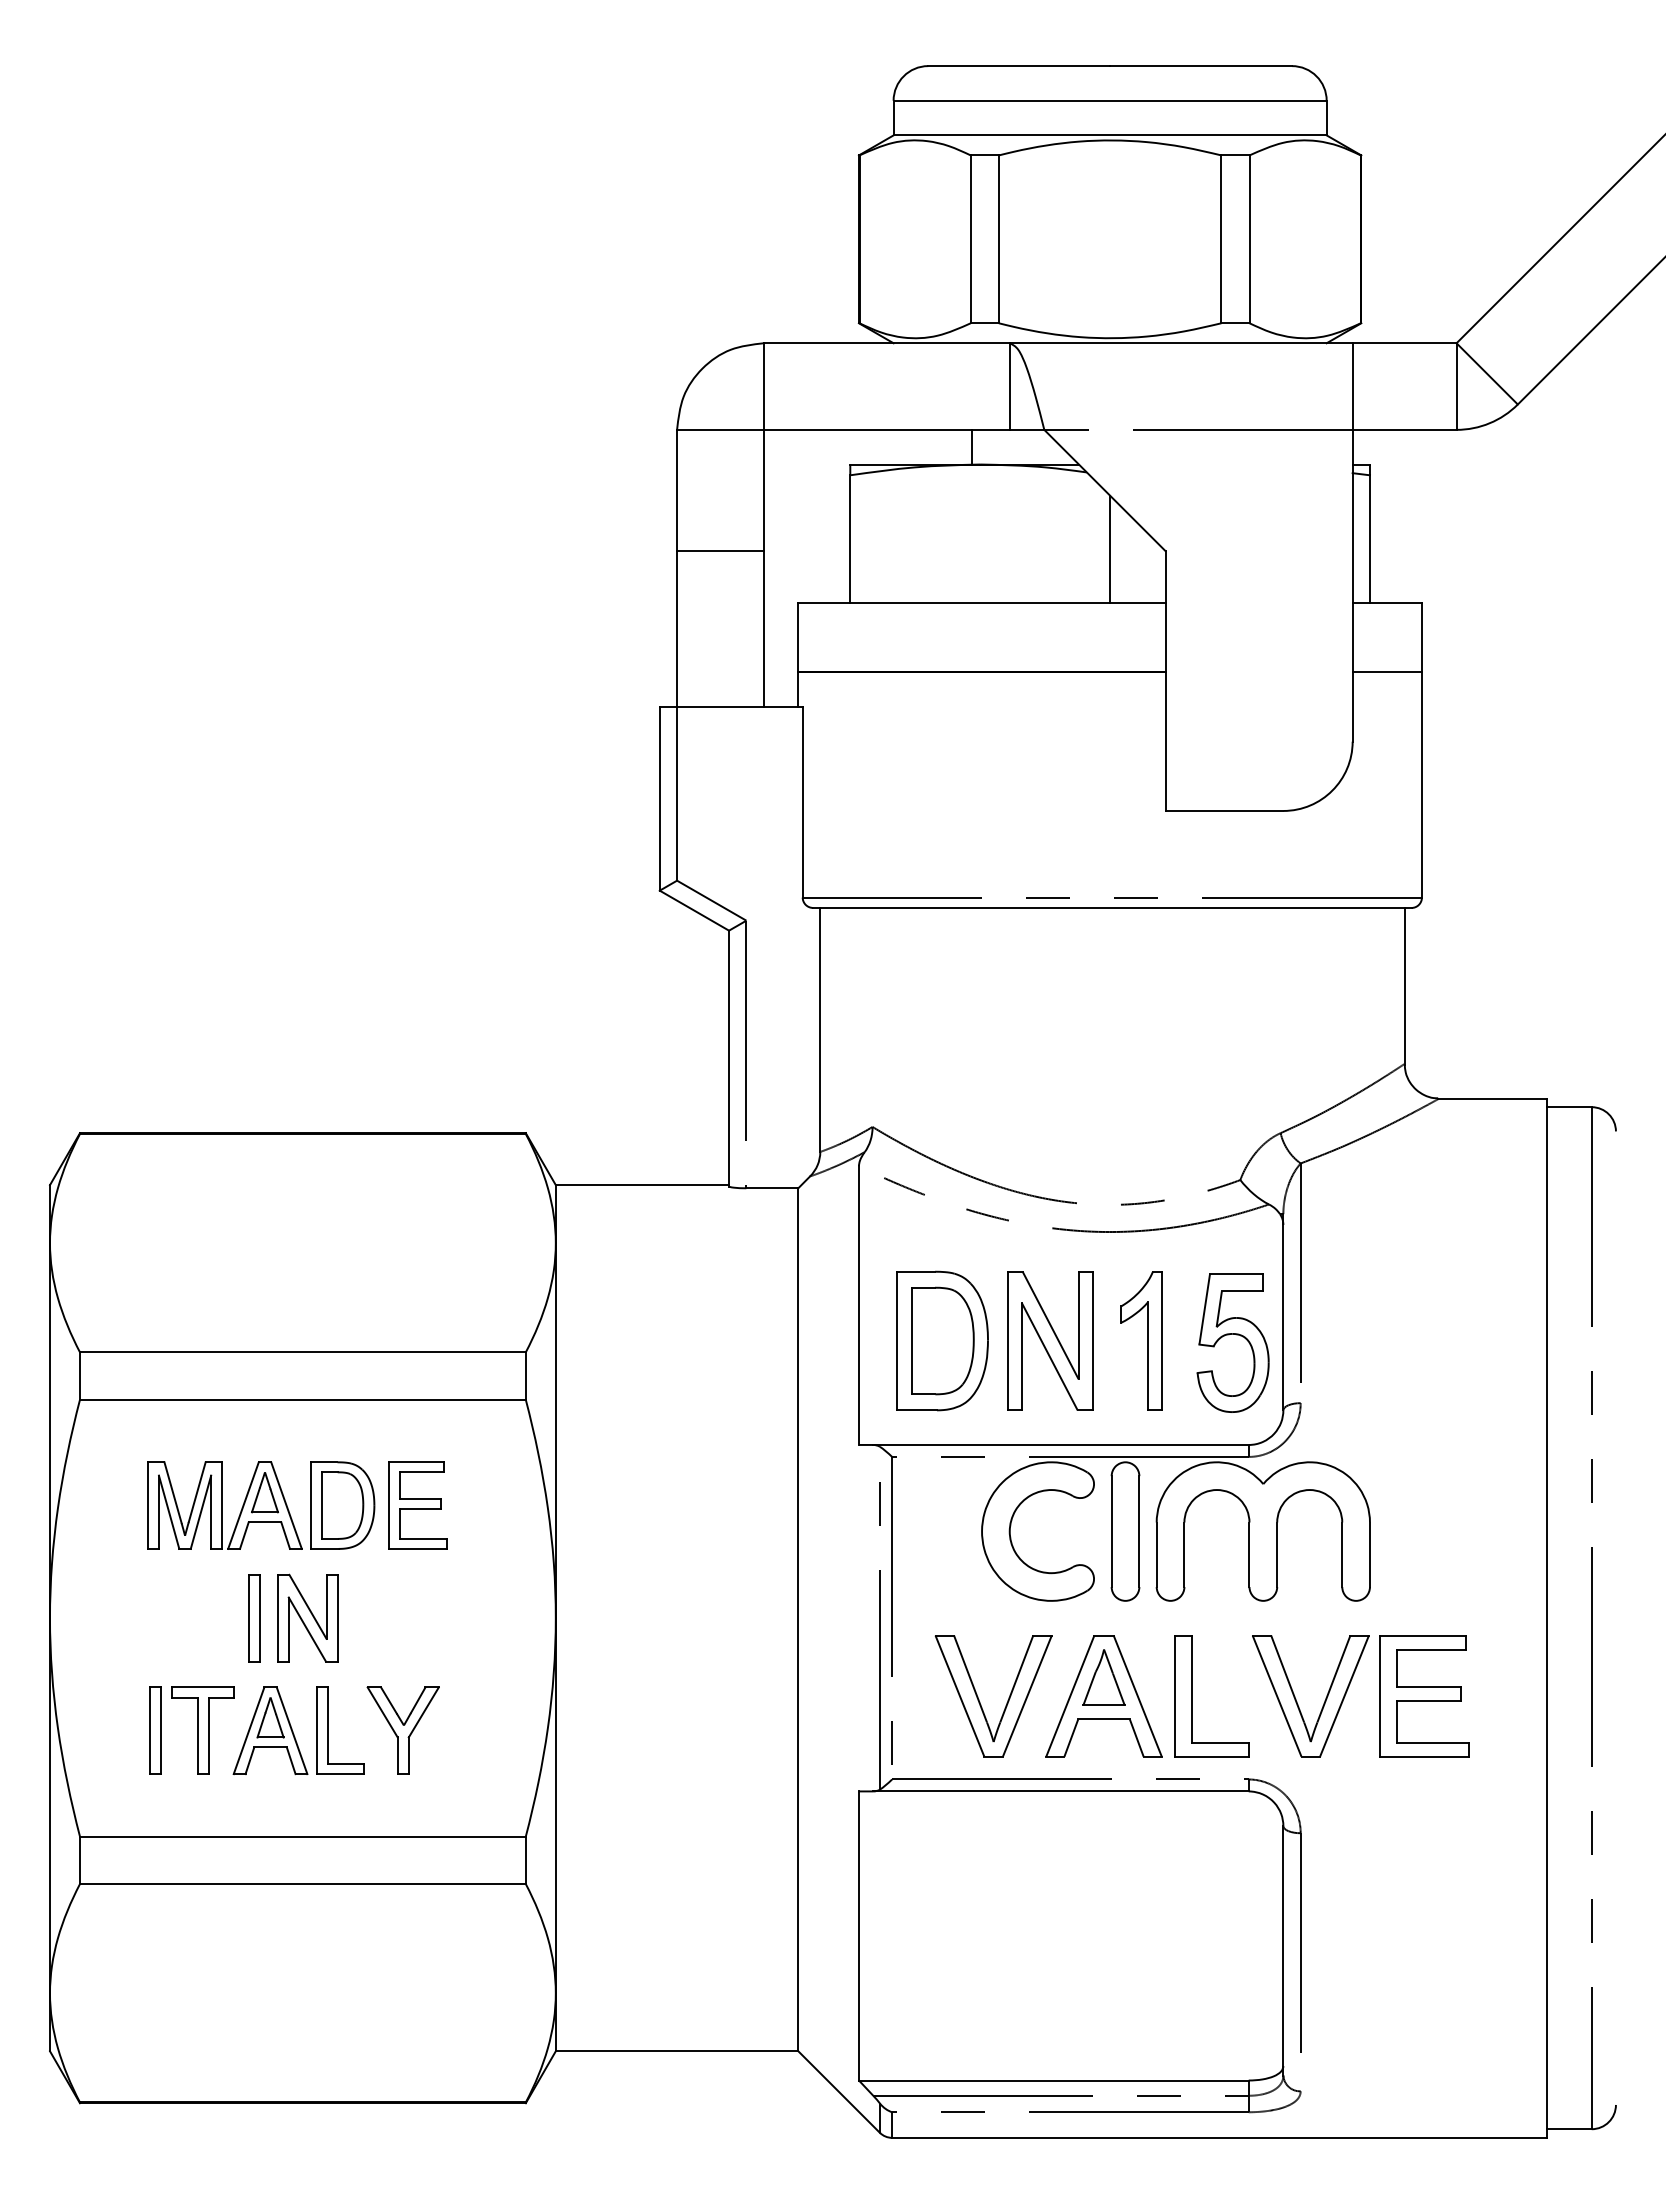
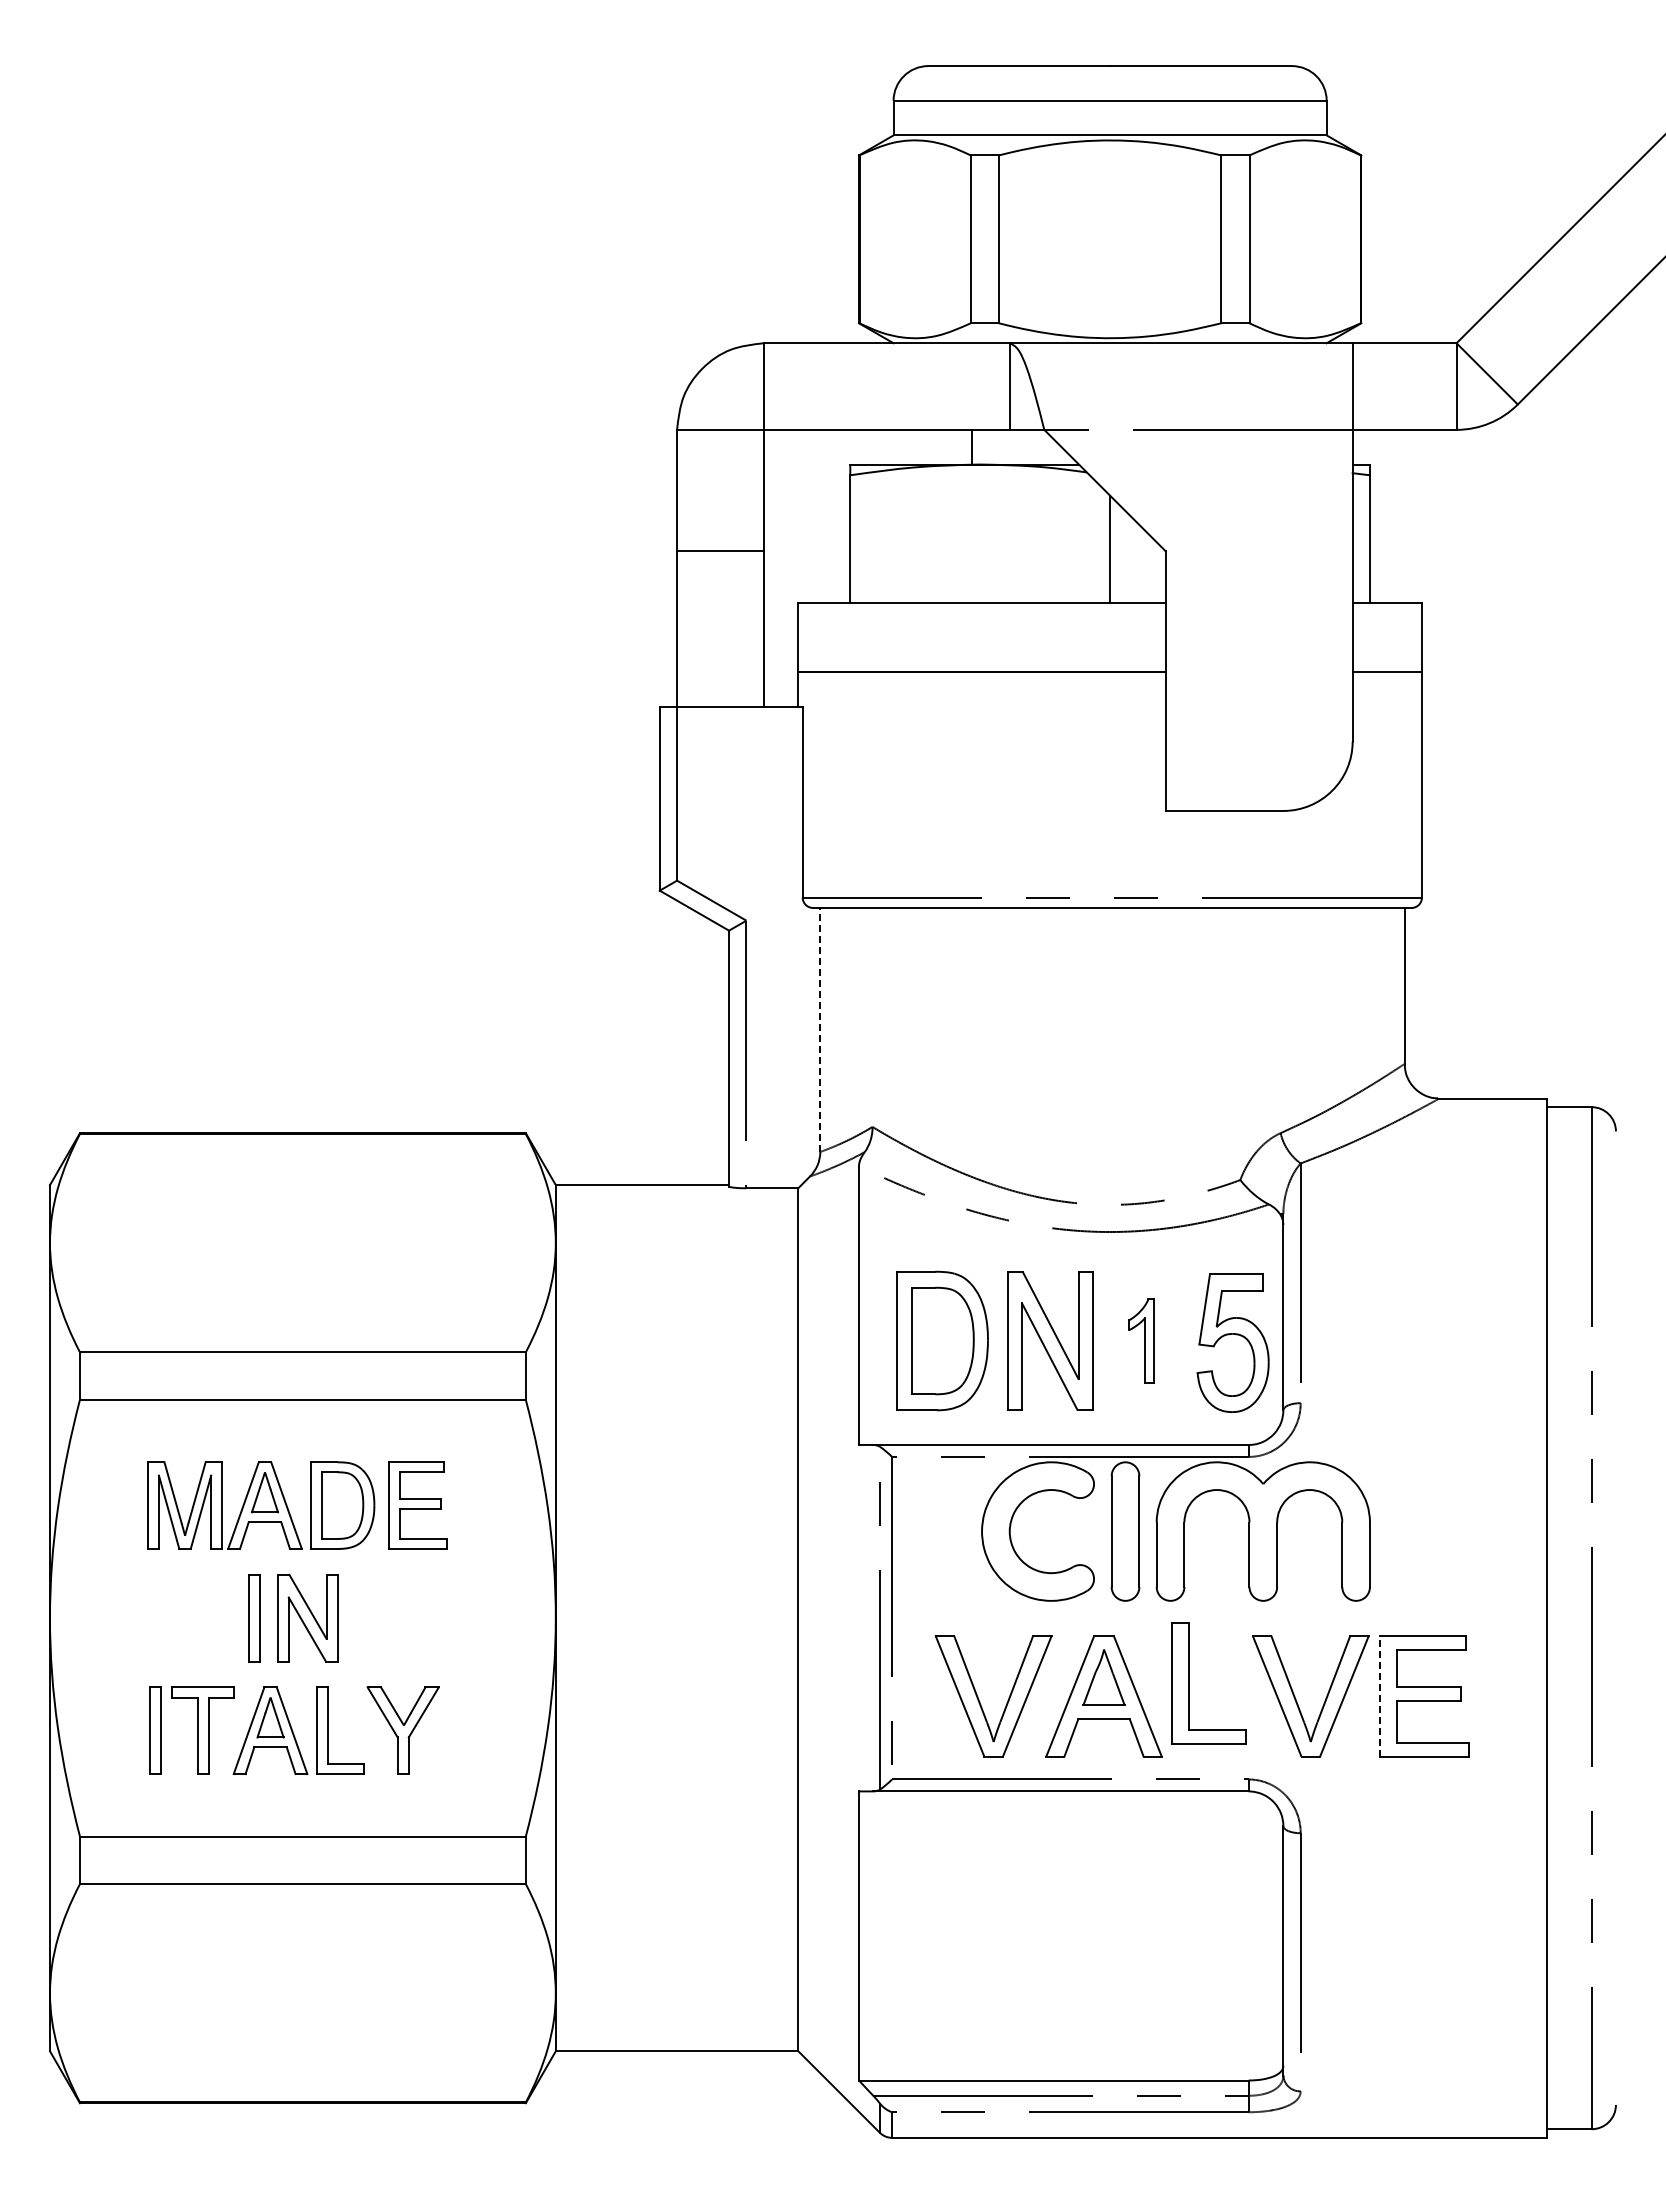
line at (820, 1029): solid -> dashed
part at (1141, 1340) size: 43x140 px -> 27x86 px
part at (1192, 1696) position: (1192, 1696) -> (1189, 1683)
line at (1379, 1696): solid -> dashed
